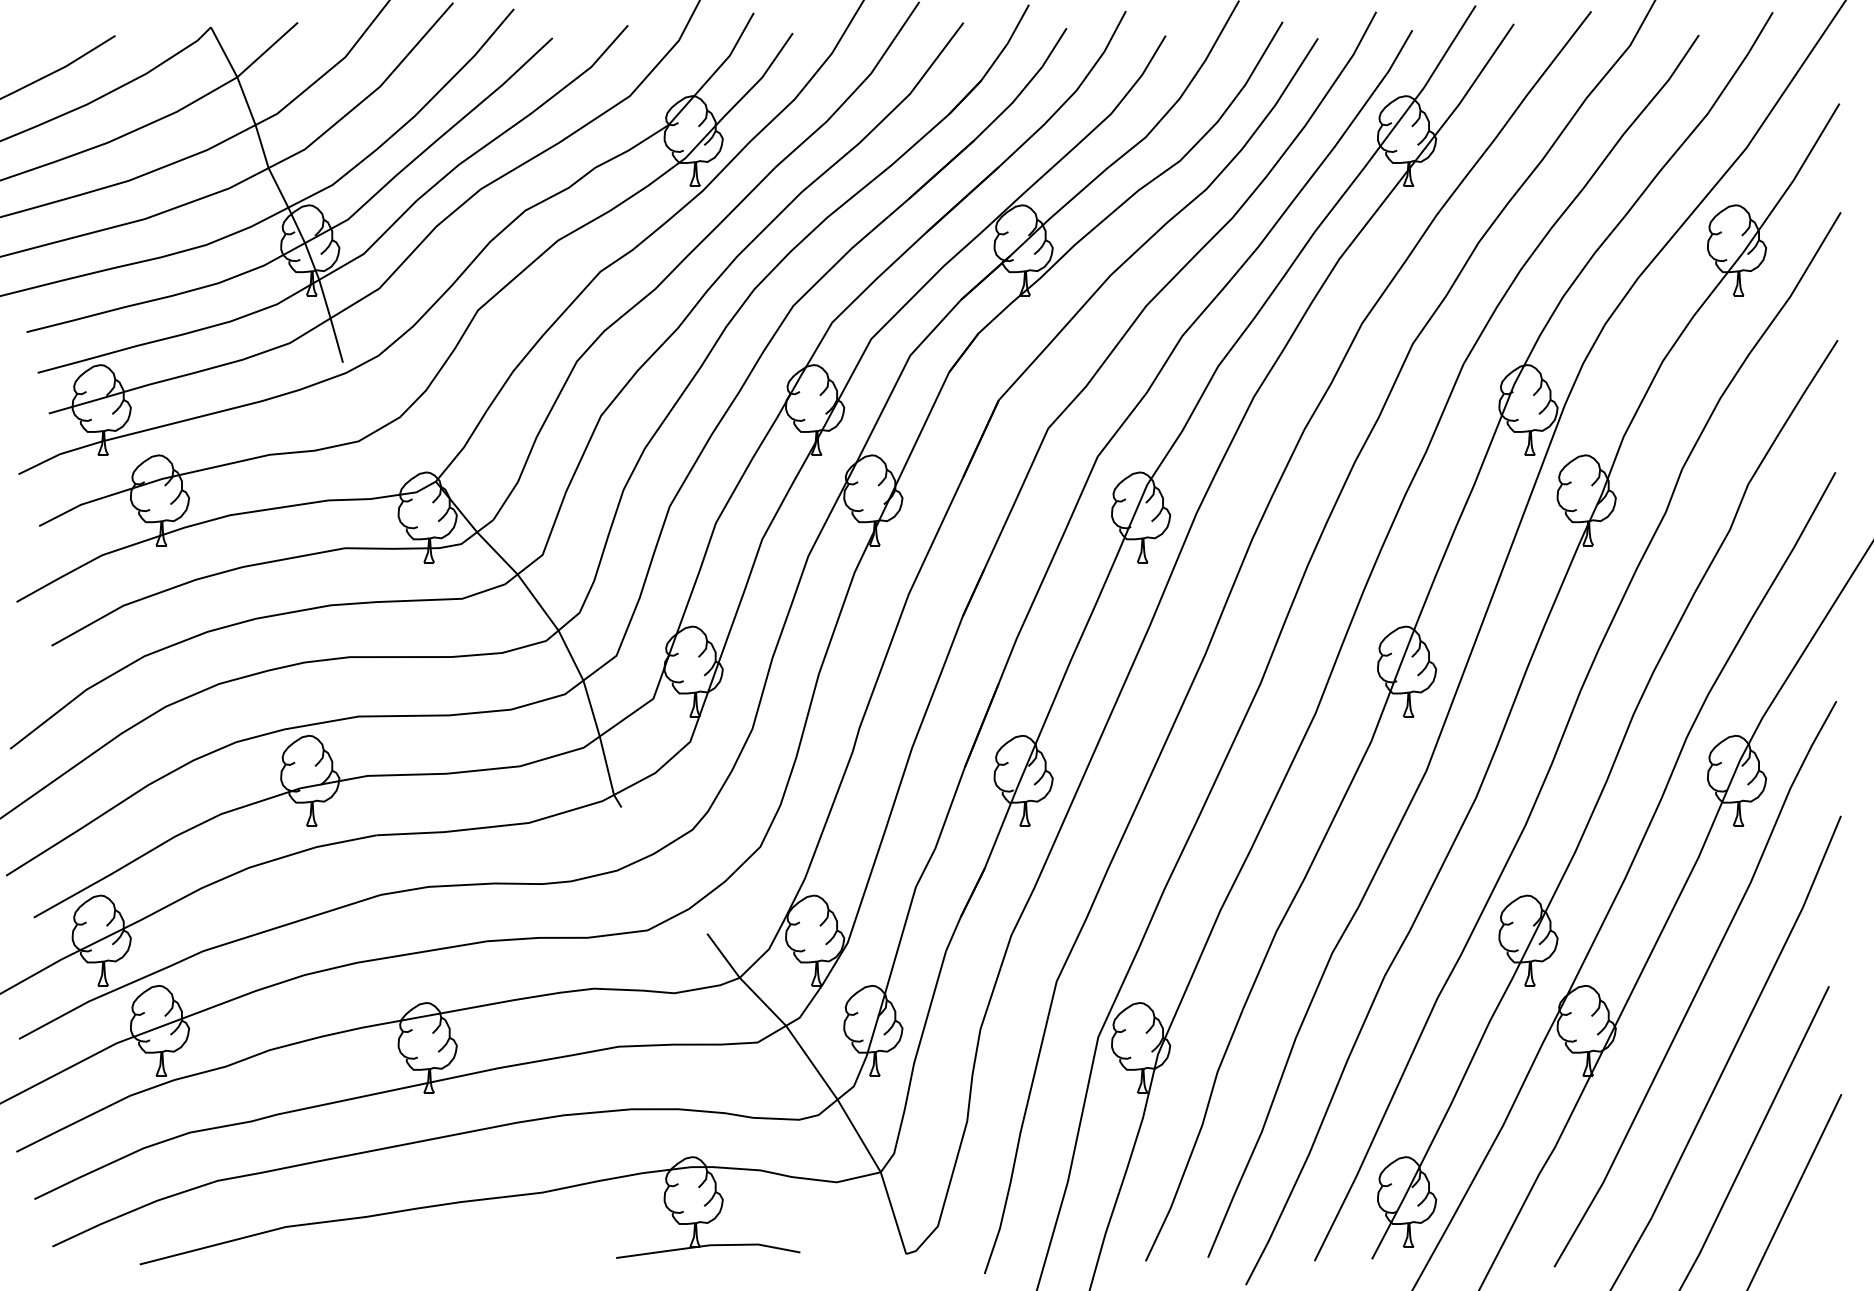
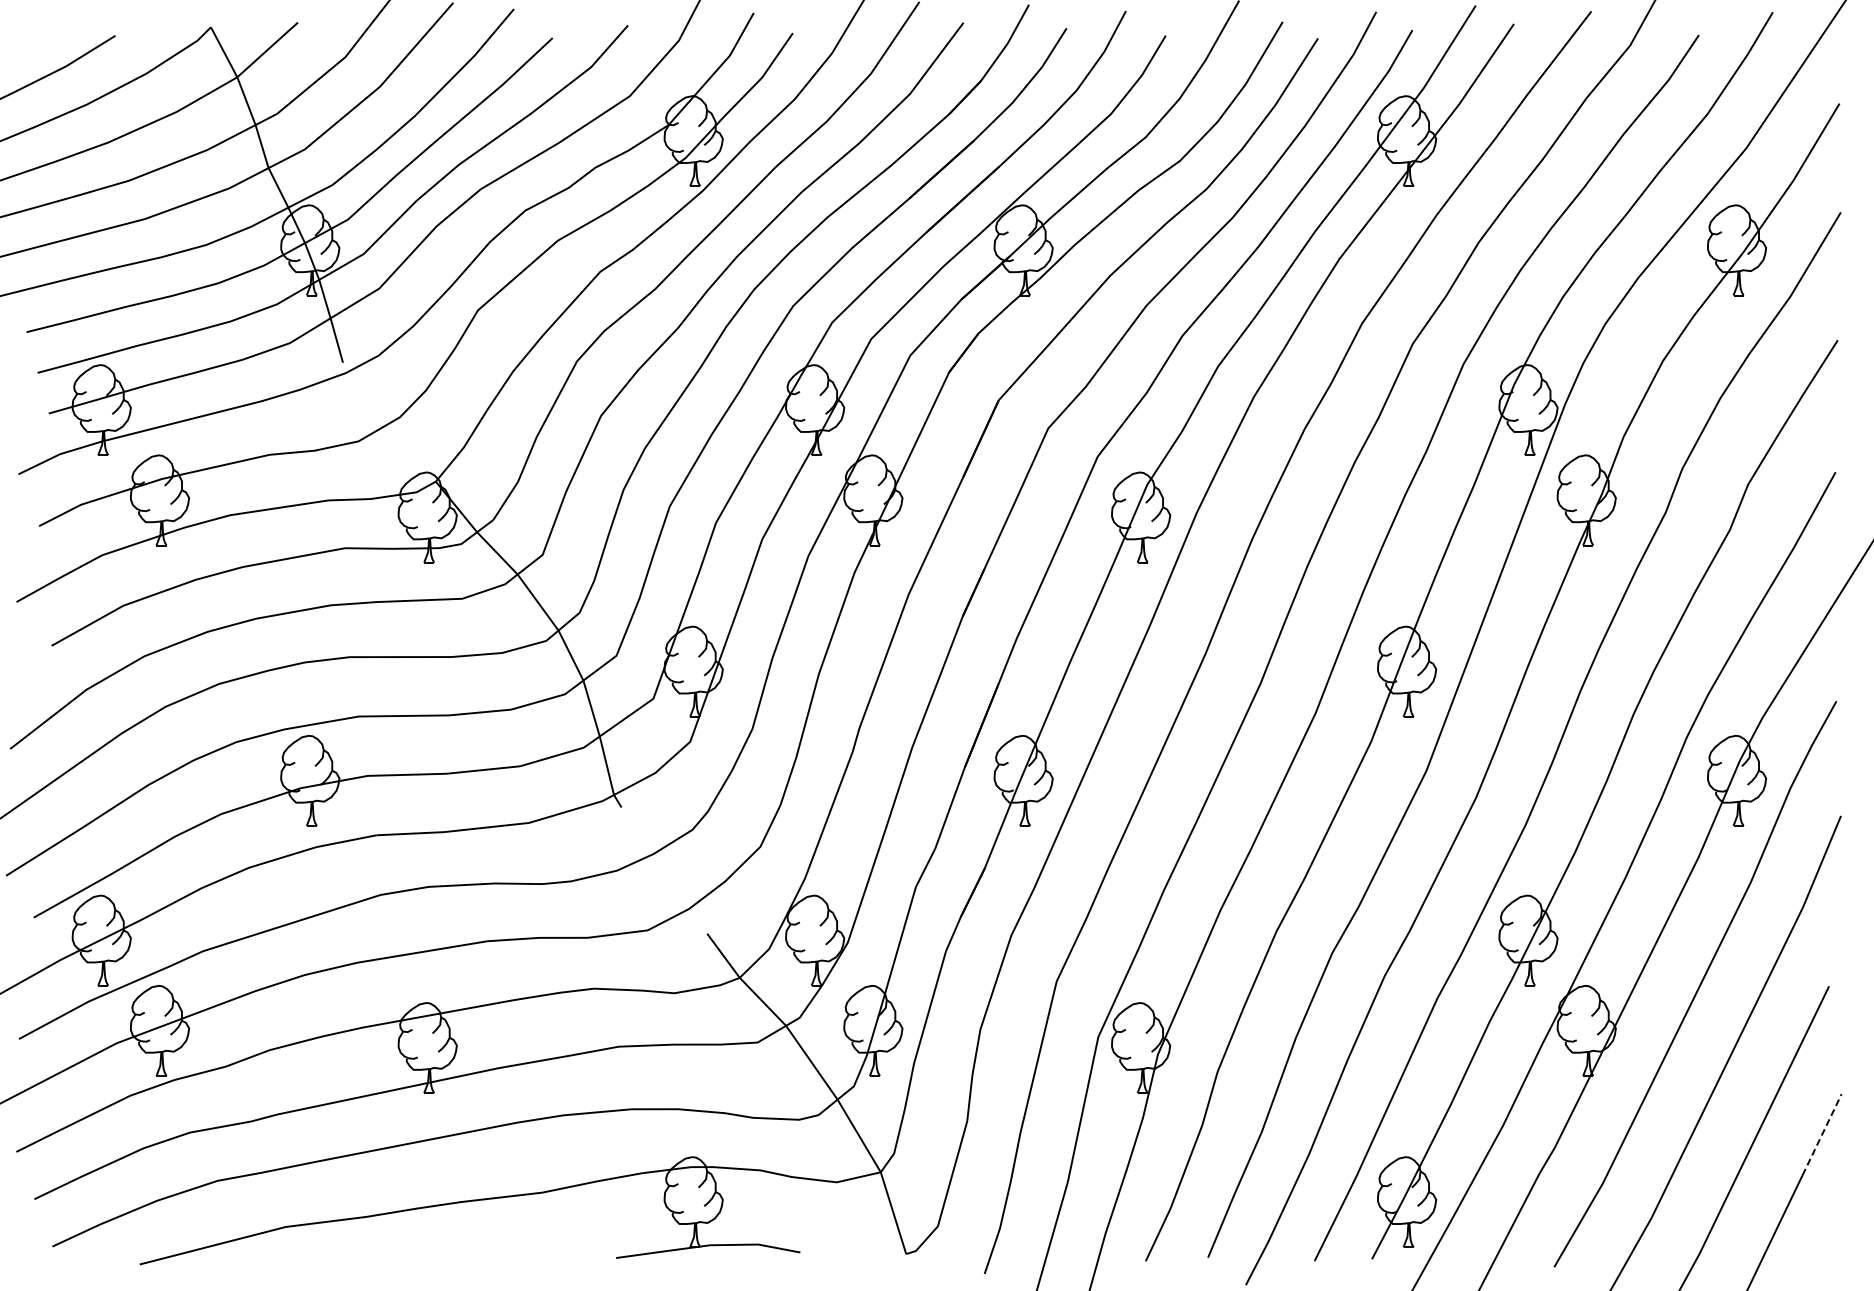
line at (1822, 1134): solid -> dashed
